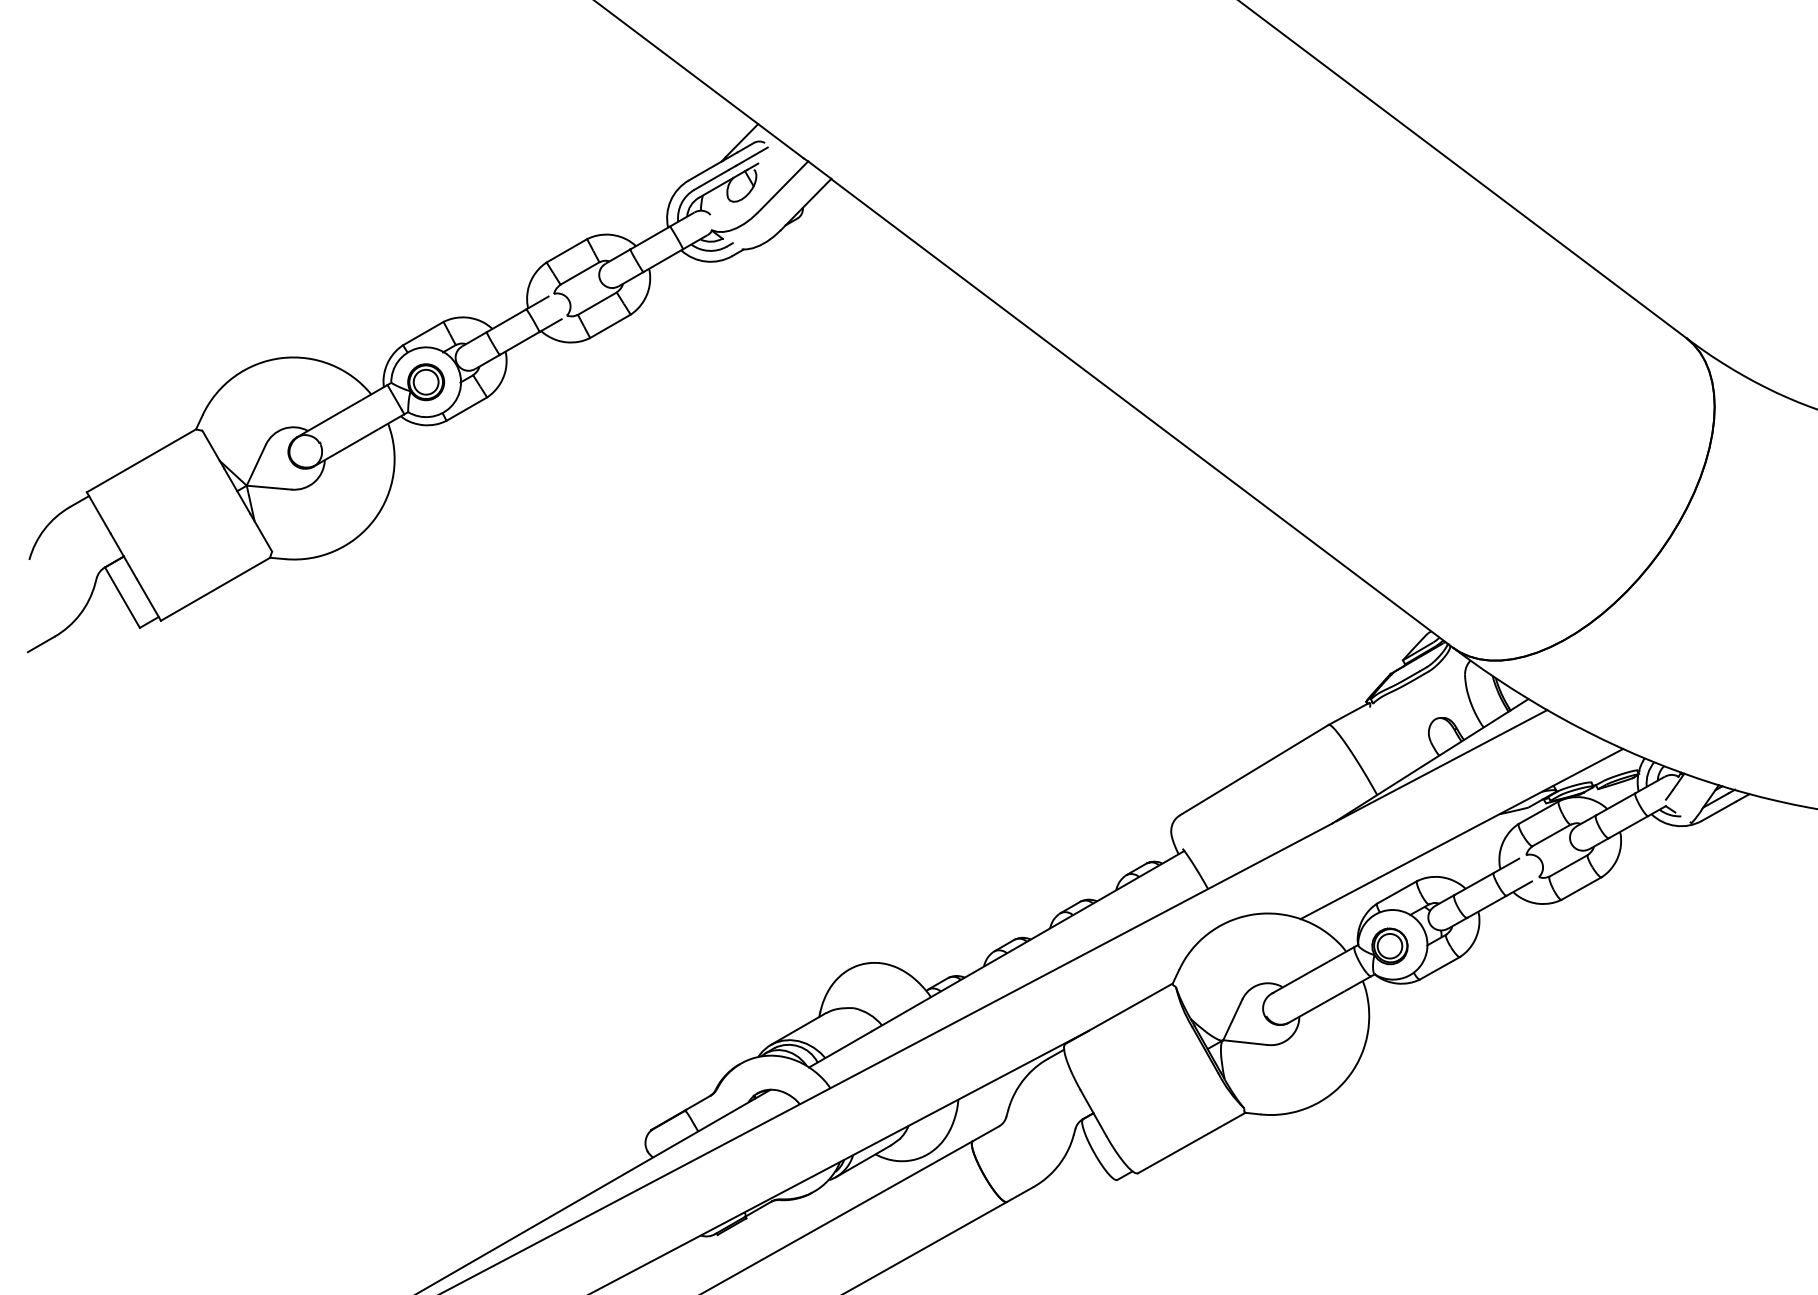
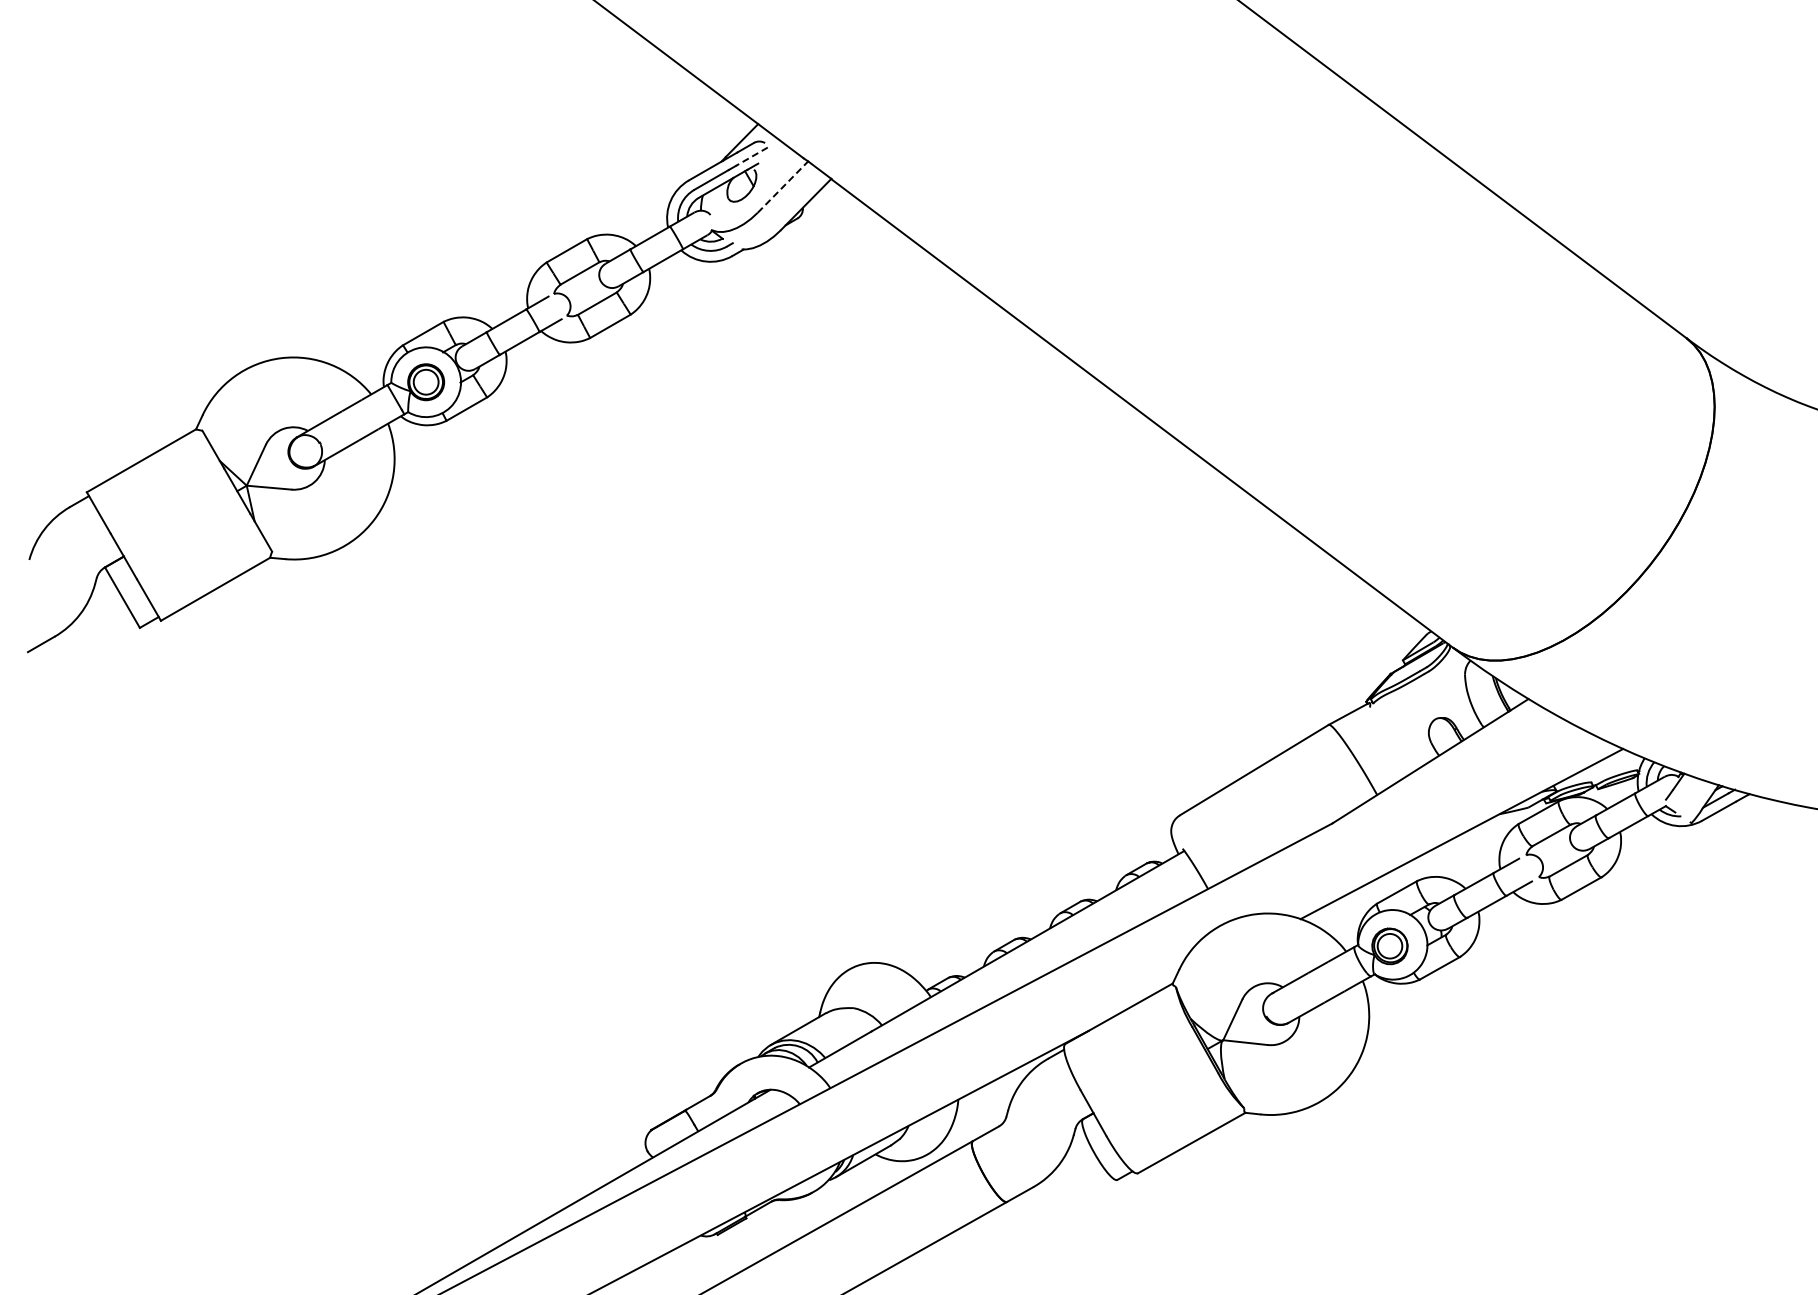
line at (751, 157): solid -> dashed
line at (783, 187): solid -> dashed
line at (1441, 765): present -> none
